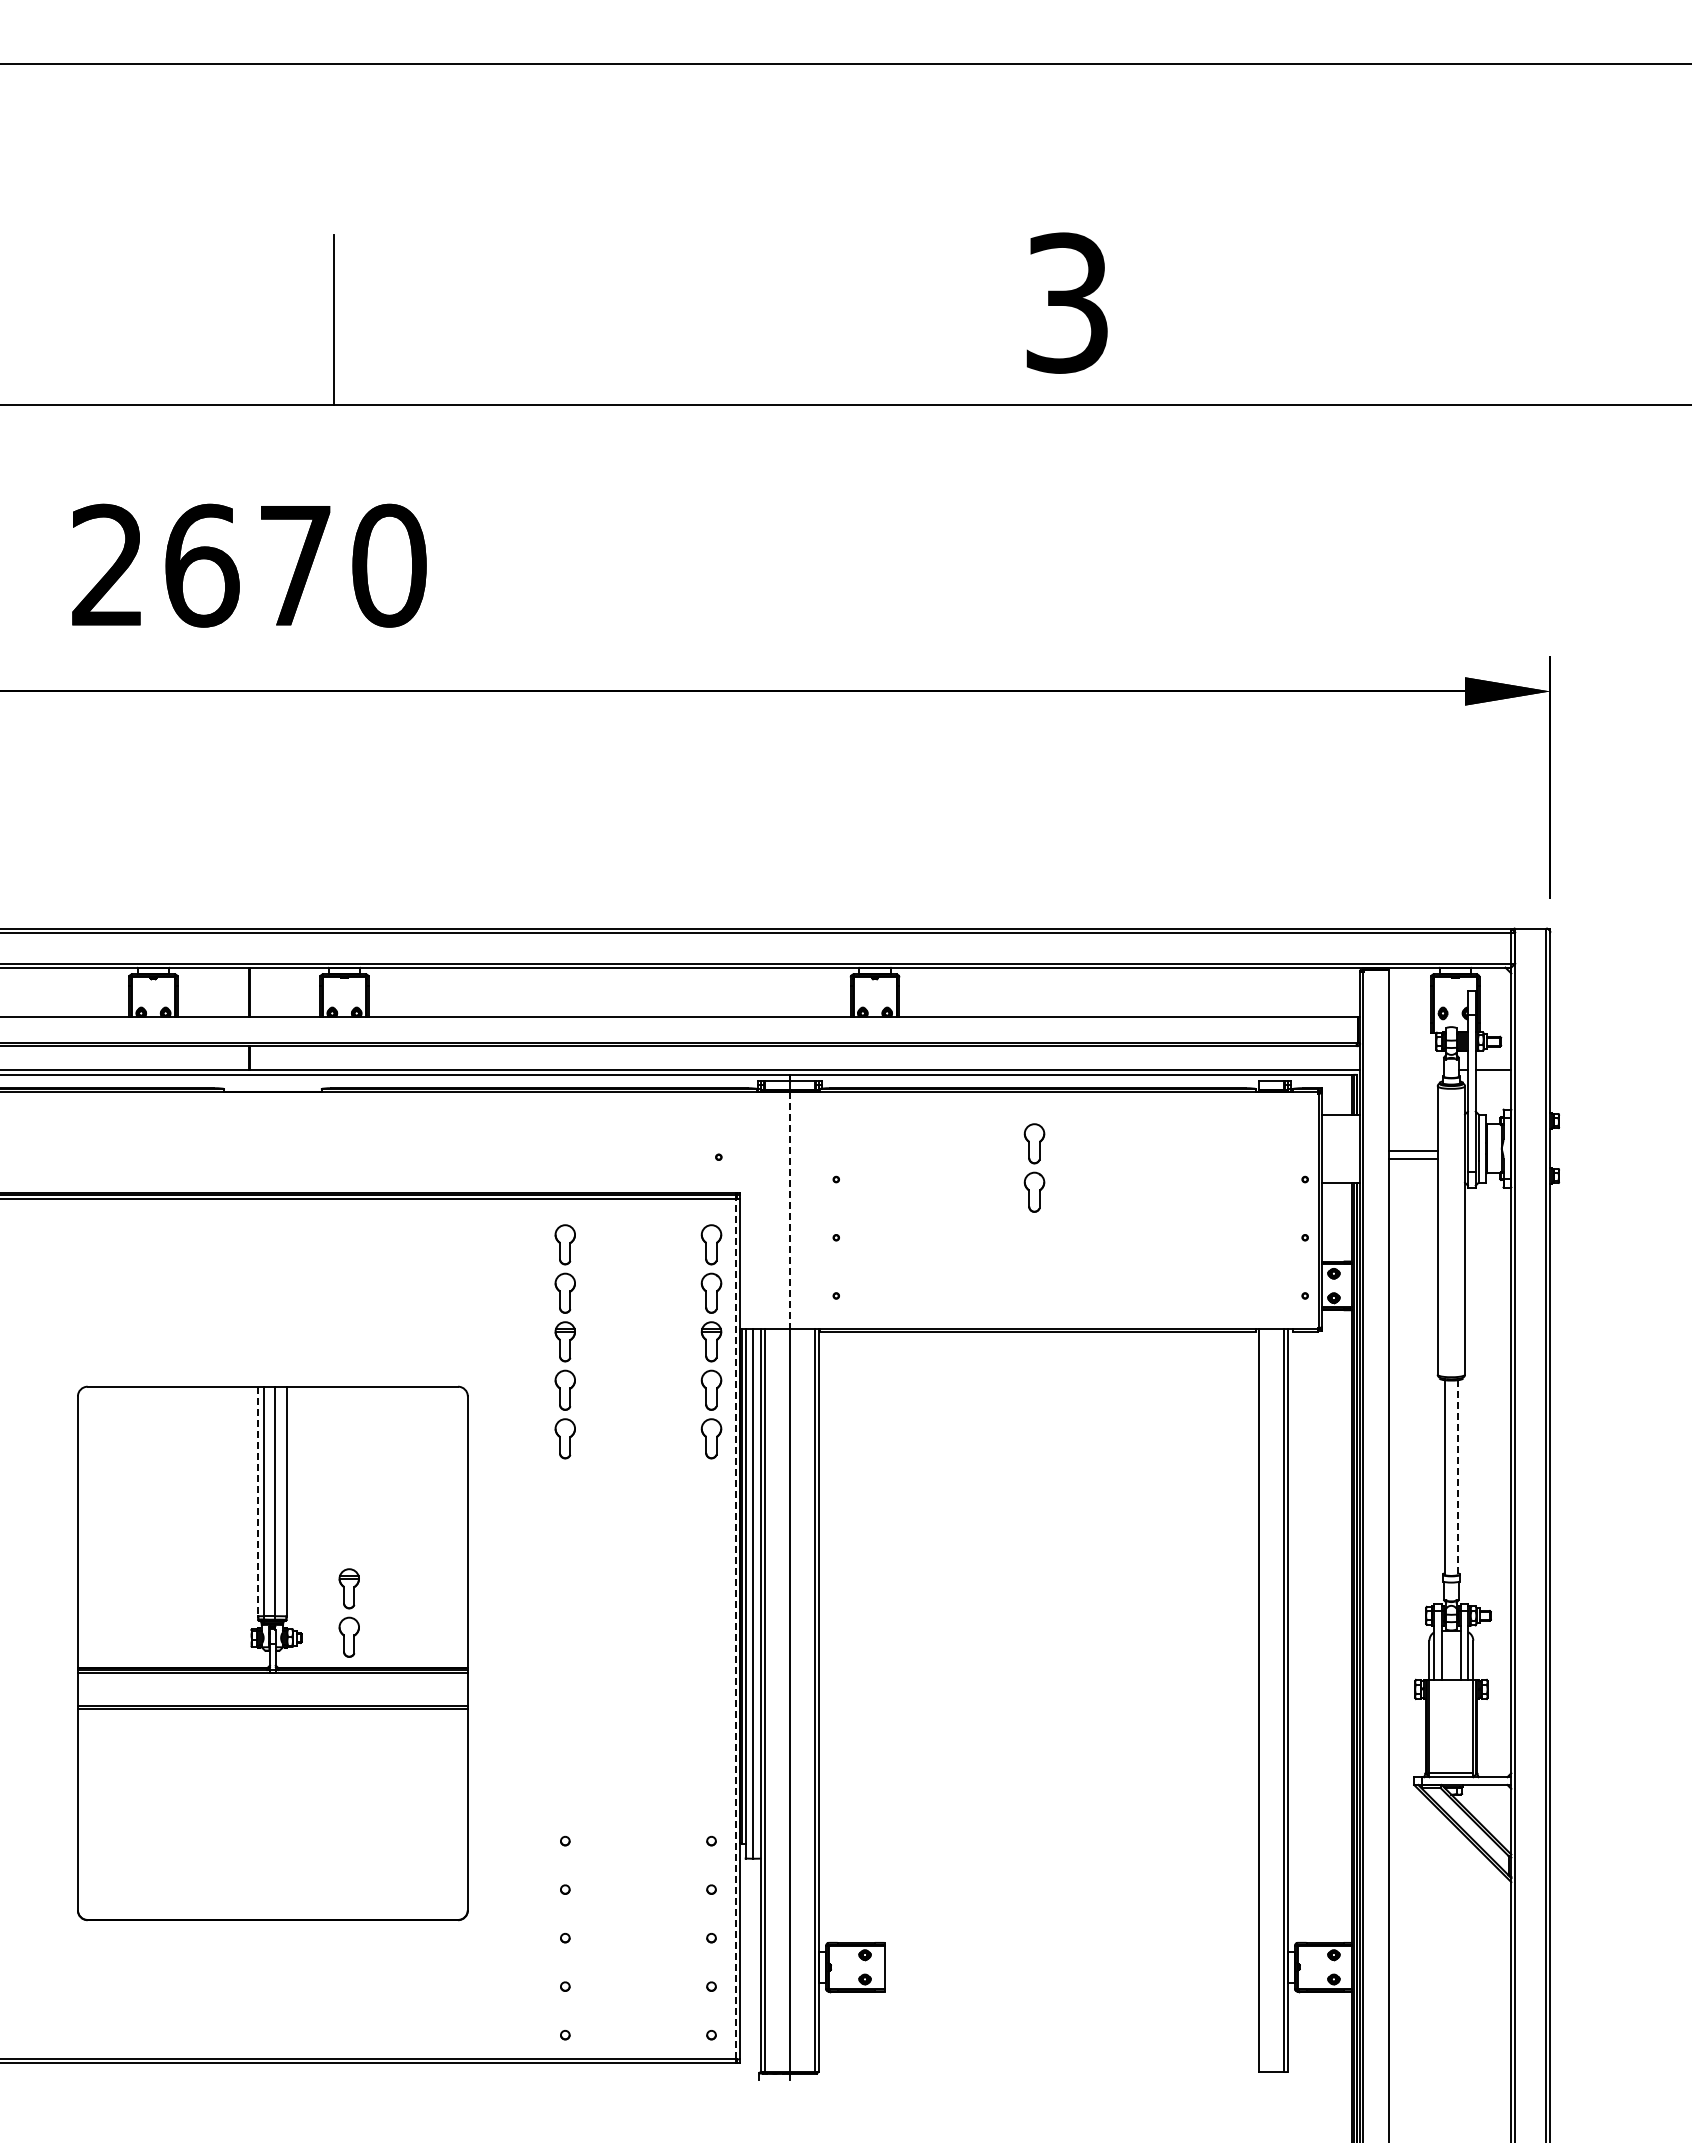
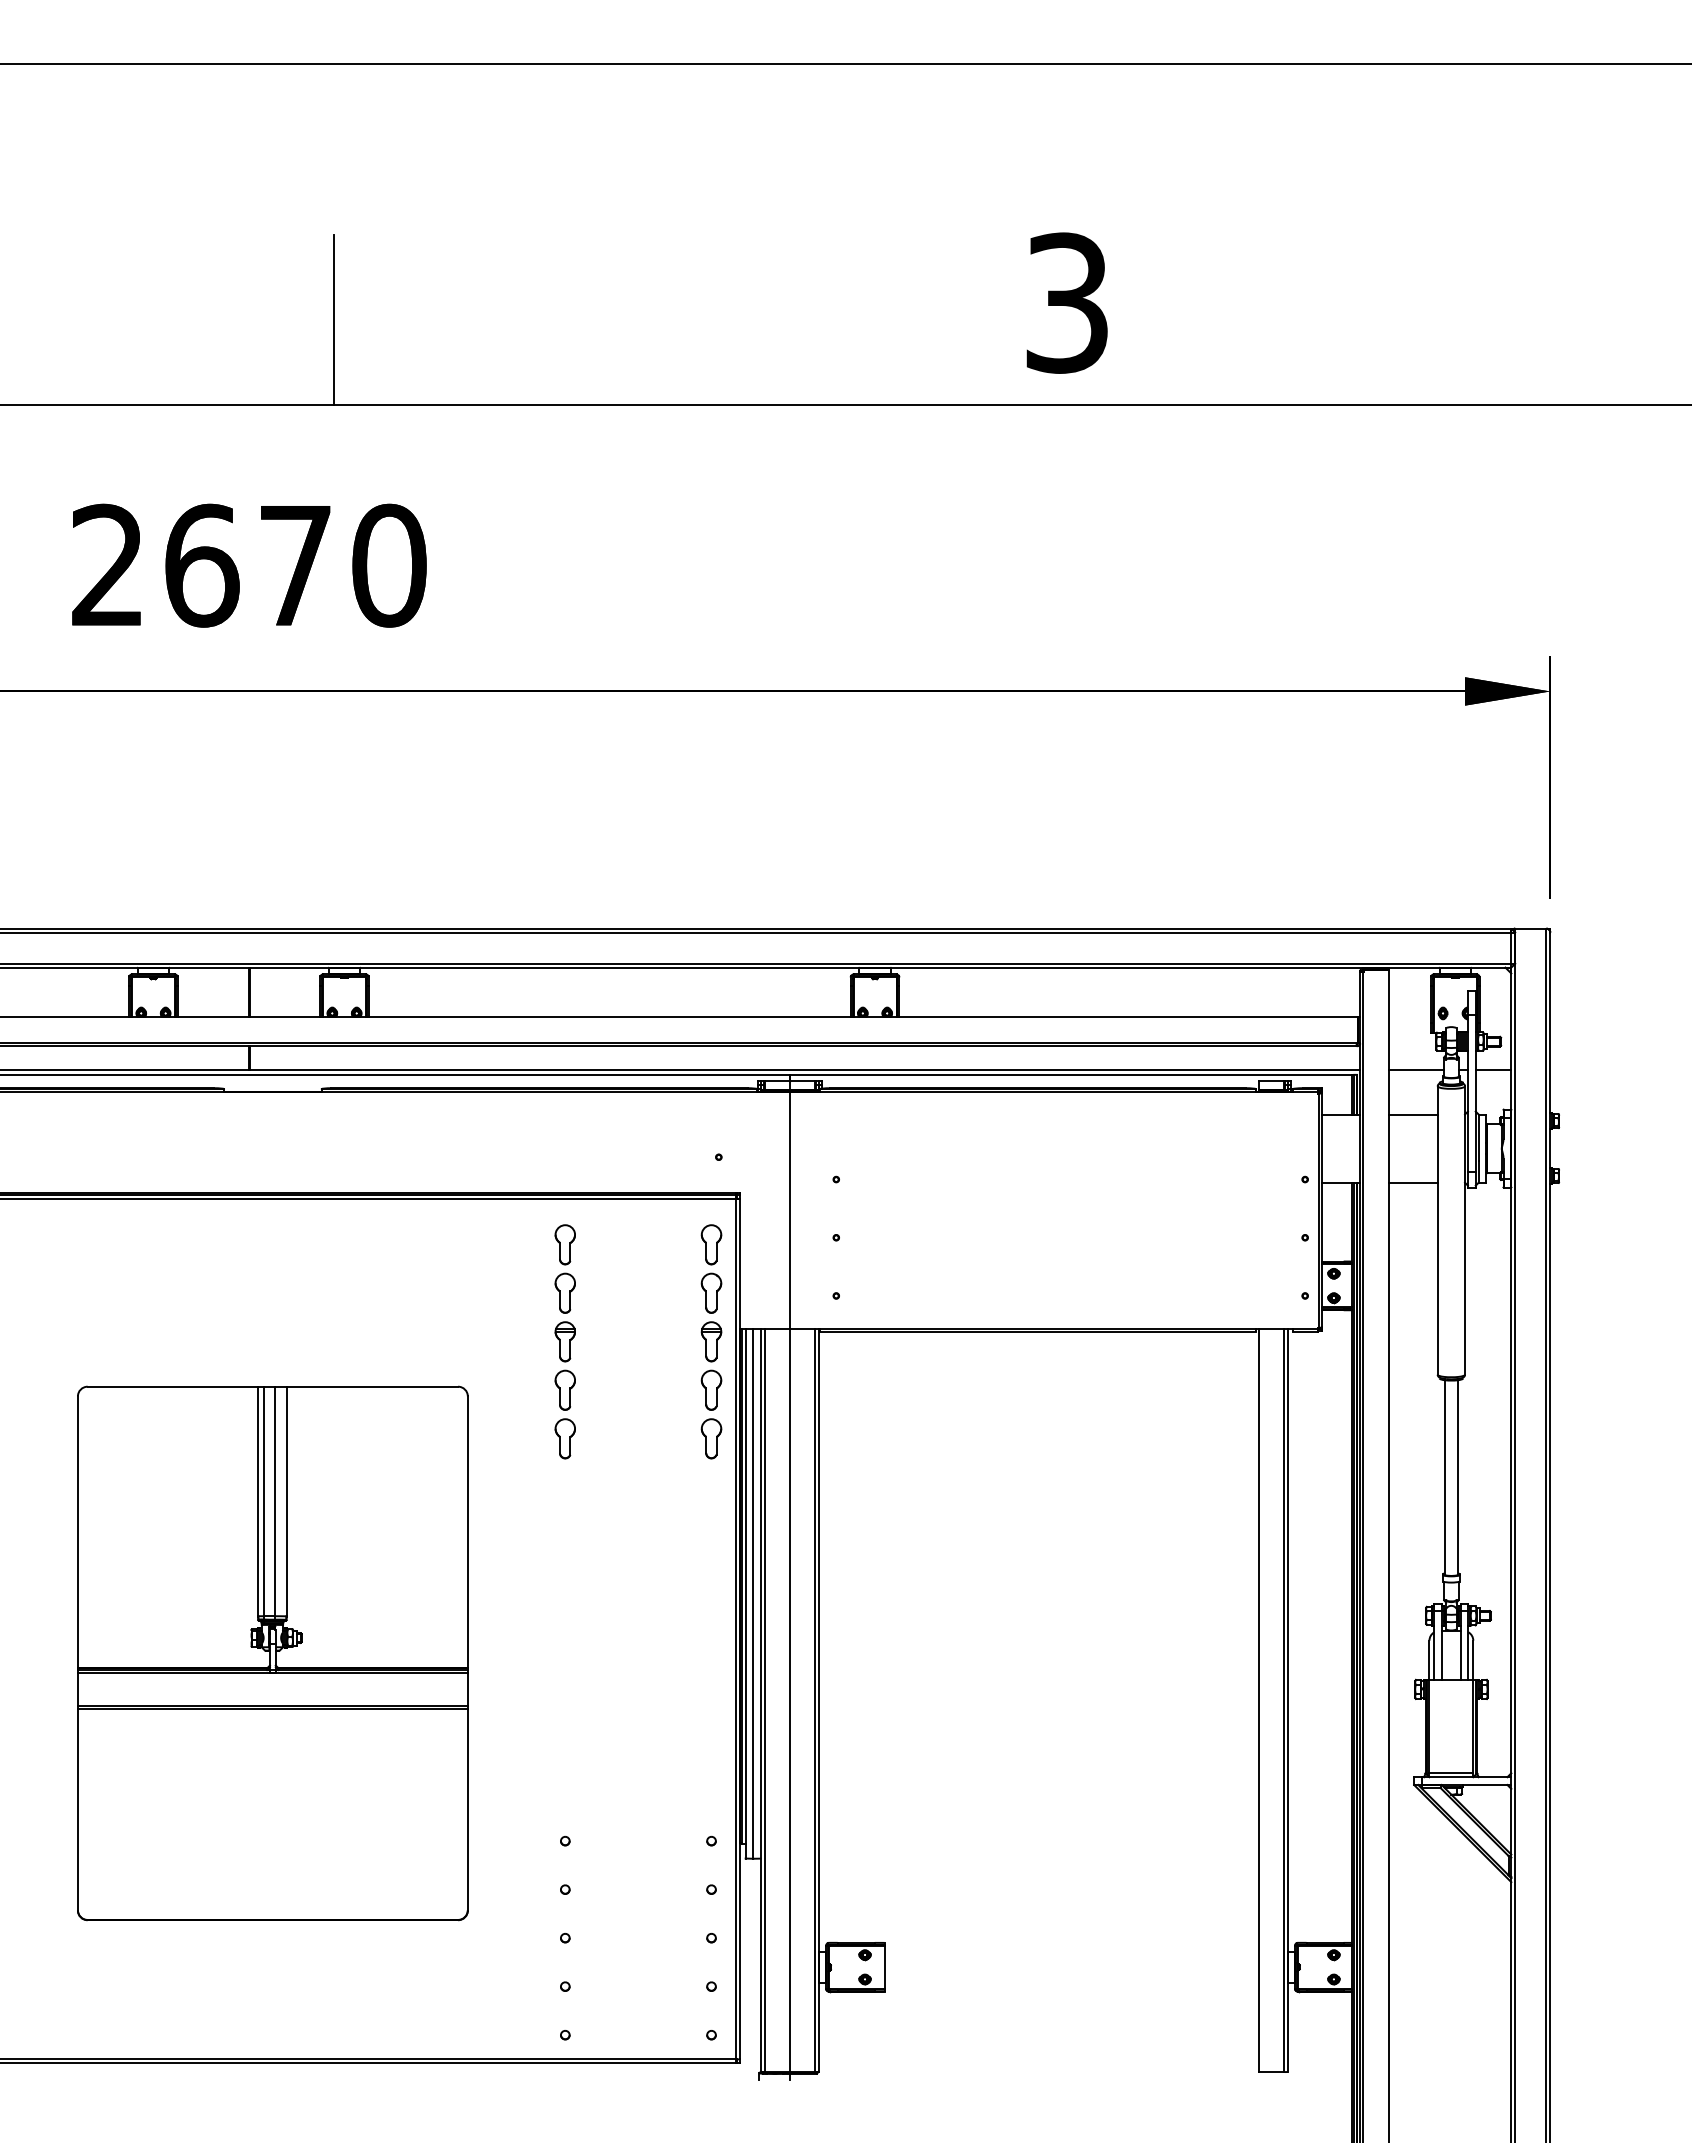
line at (1416, 1070): none -> present
line at (1413, 1150) position: (1413, 1150) -> (1413, 1114)
line at (1413, 1158) position: (1413, 1158) -> (1413, 1182)
part at (1034, 1167): present -> none
line at (790, 1211): dashed -> solid
line at (1458, 1477): dashed -> solid
line at (258, 1501): dashed -> solid
part at (348, 1612): present -> none
line at (735, 1628): dashed -> solid
